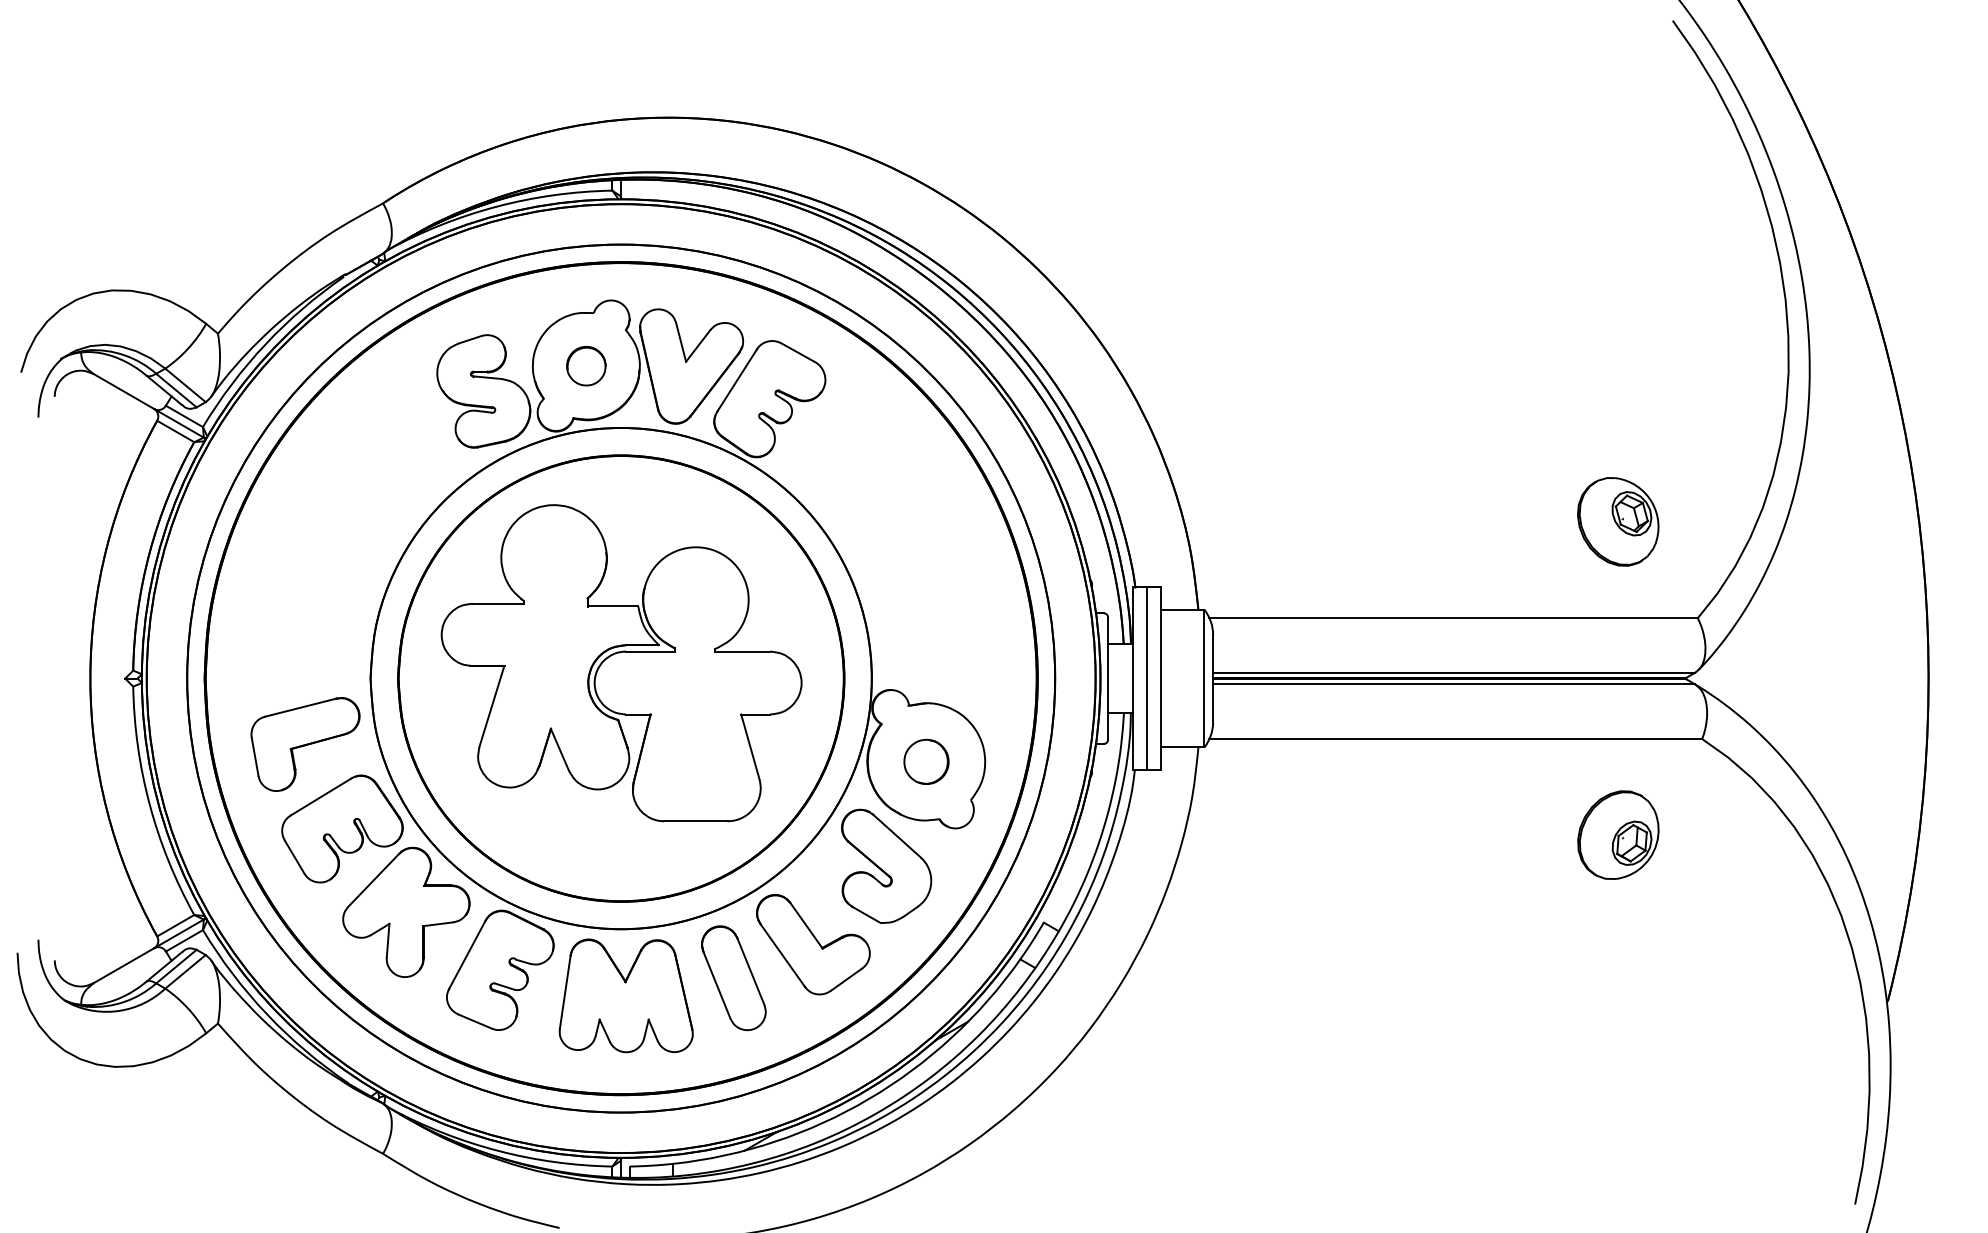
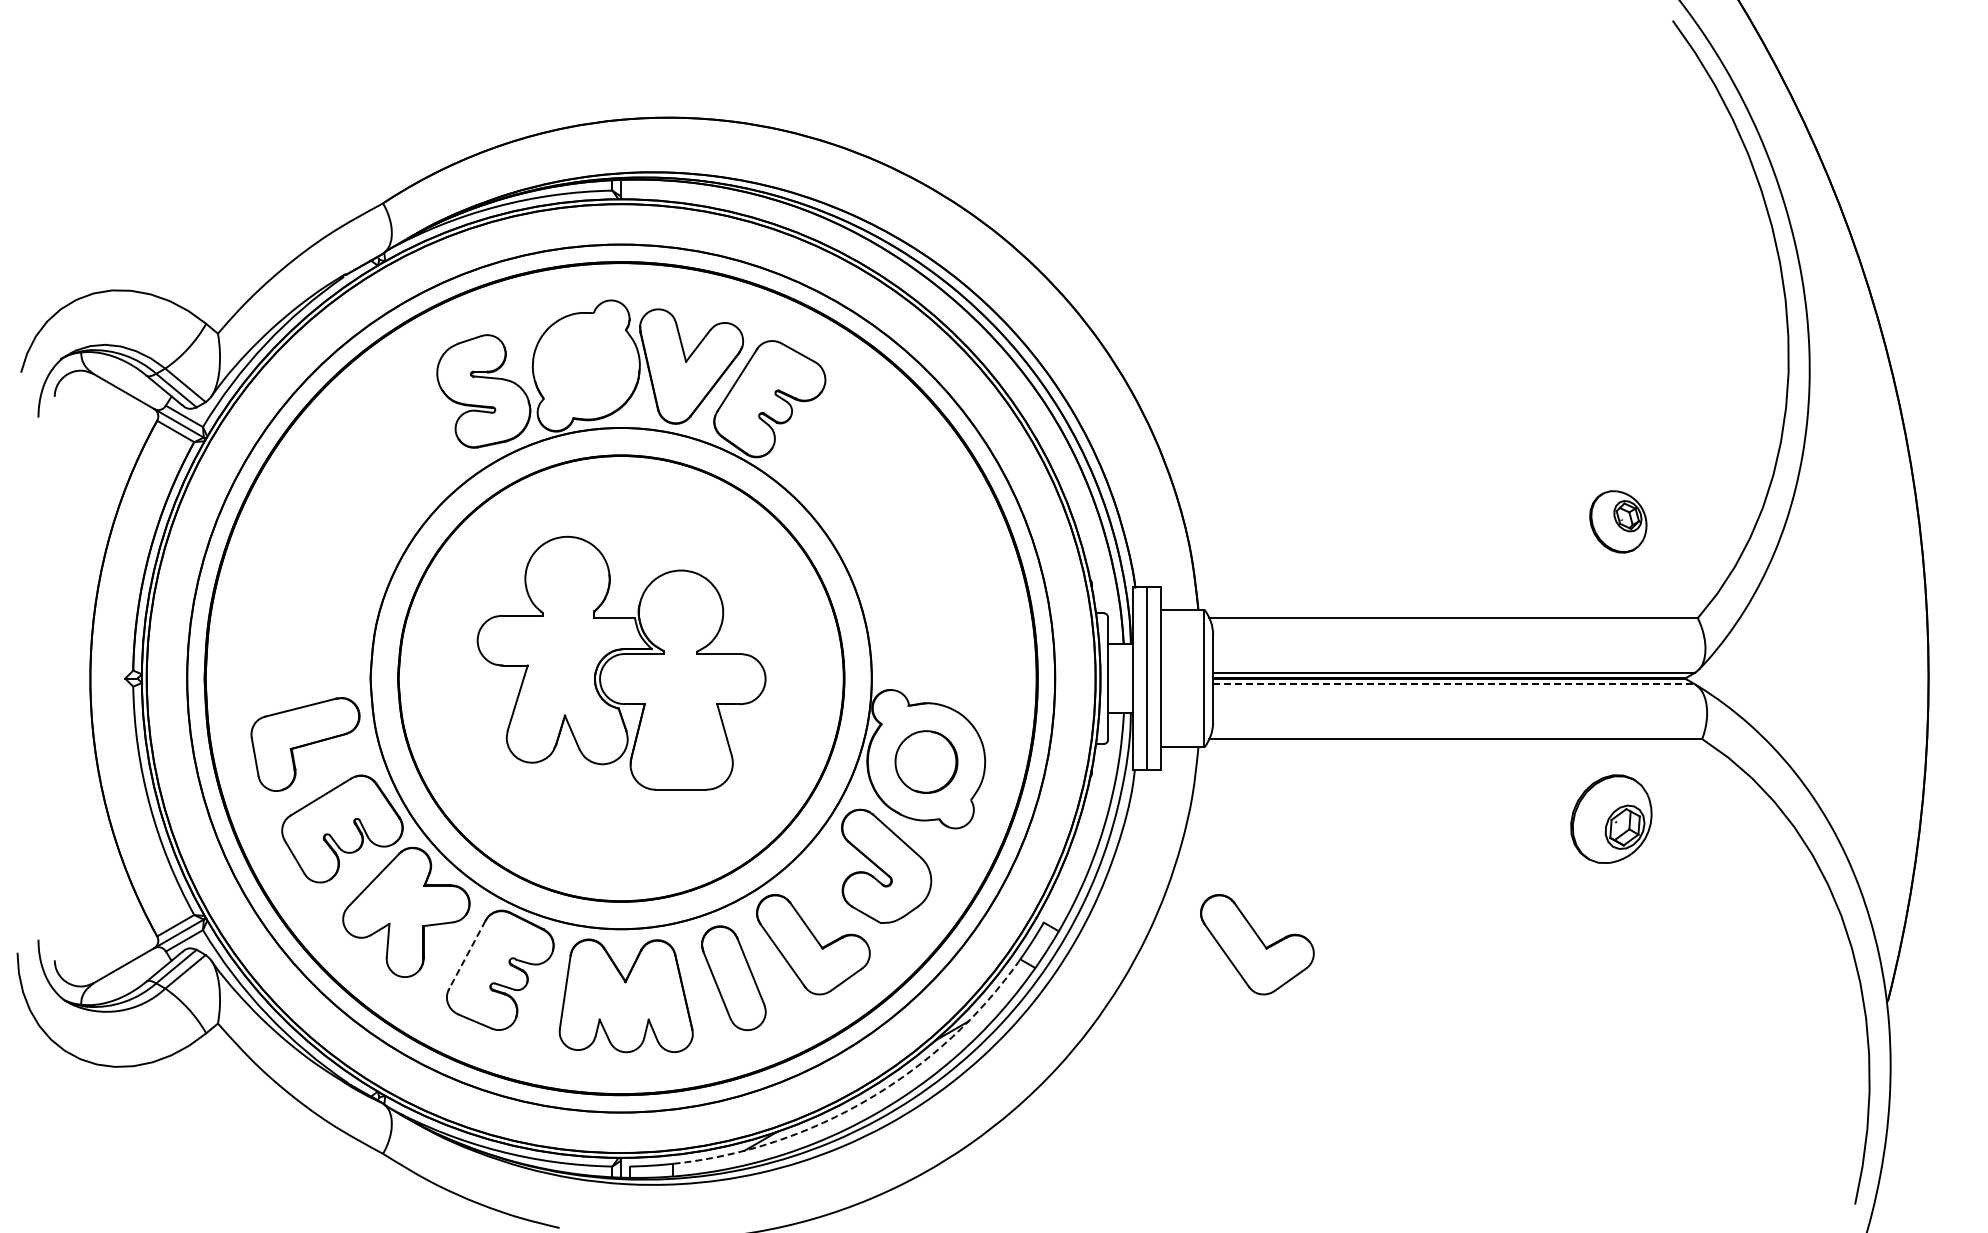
part at (586, 366): present -> none
part at (1618, 521) size: 83x90 px -> 59x64 px
part at (621, 663) size: 363x319 px -> 291x256 px
line at (1454, 684): solid -> dashed
part at (926, 761) size: 47x47 px -> 65x64 px
part at (1618, 834) position: (1618, 834) -> (1611, 818)
part at (1257, 944): none -> present
line at (467, 954): solid -> dashed
arc at (868, 1099): solid -> dashed
